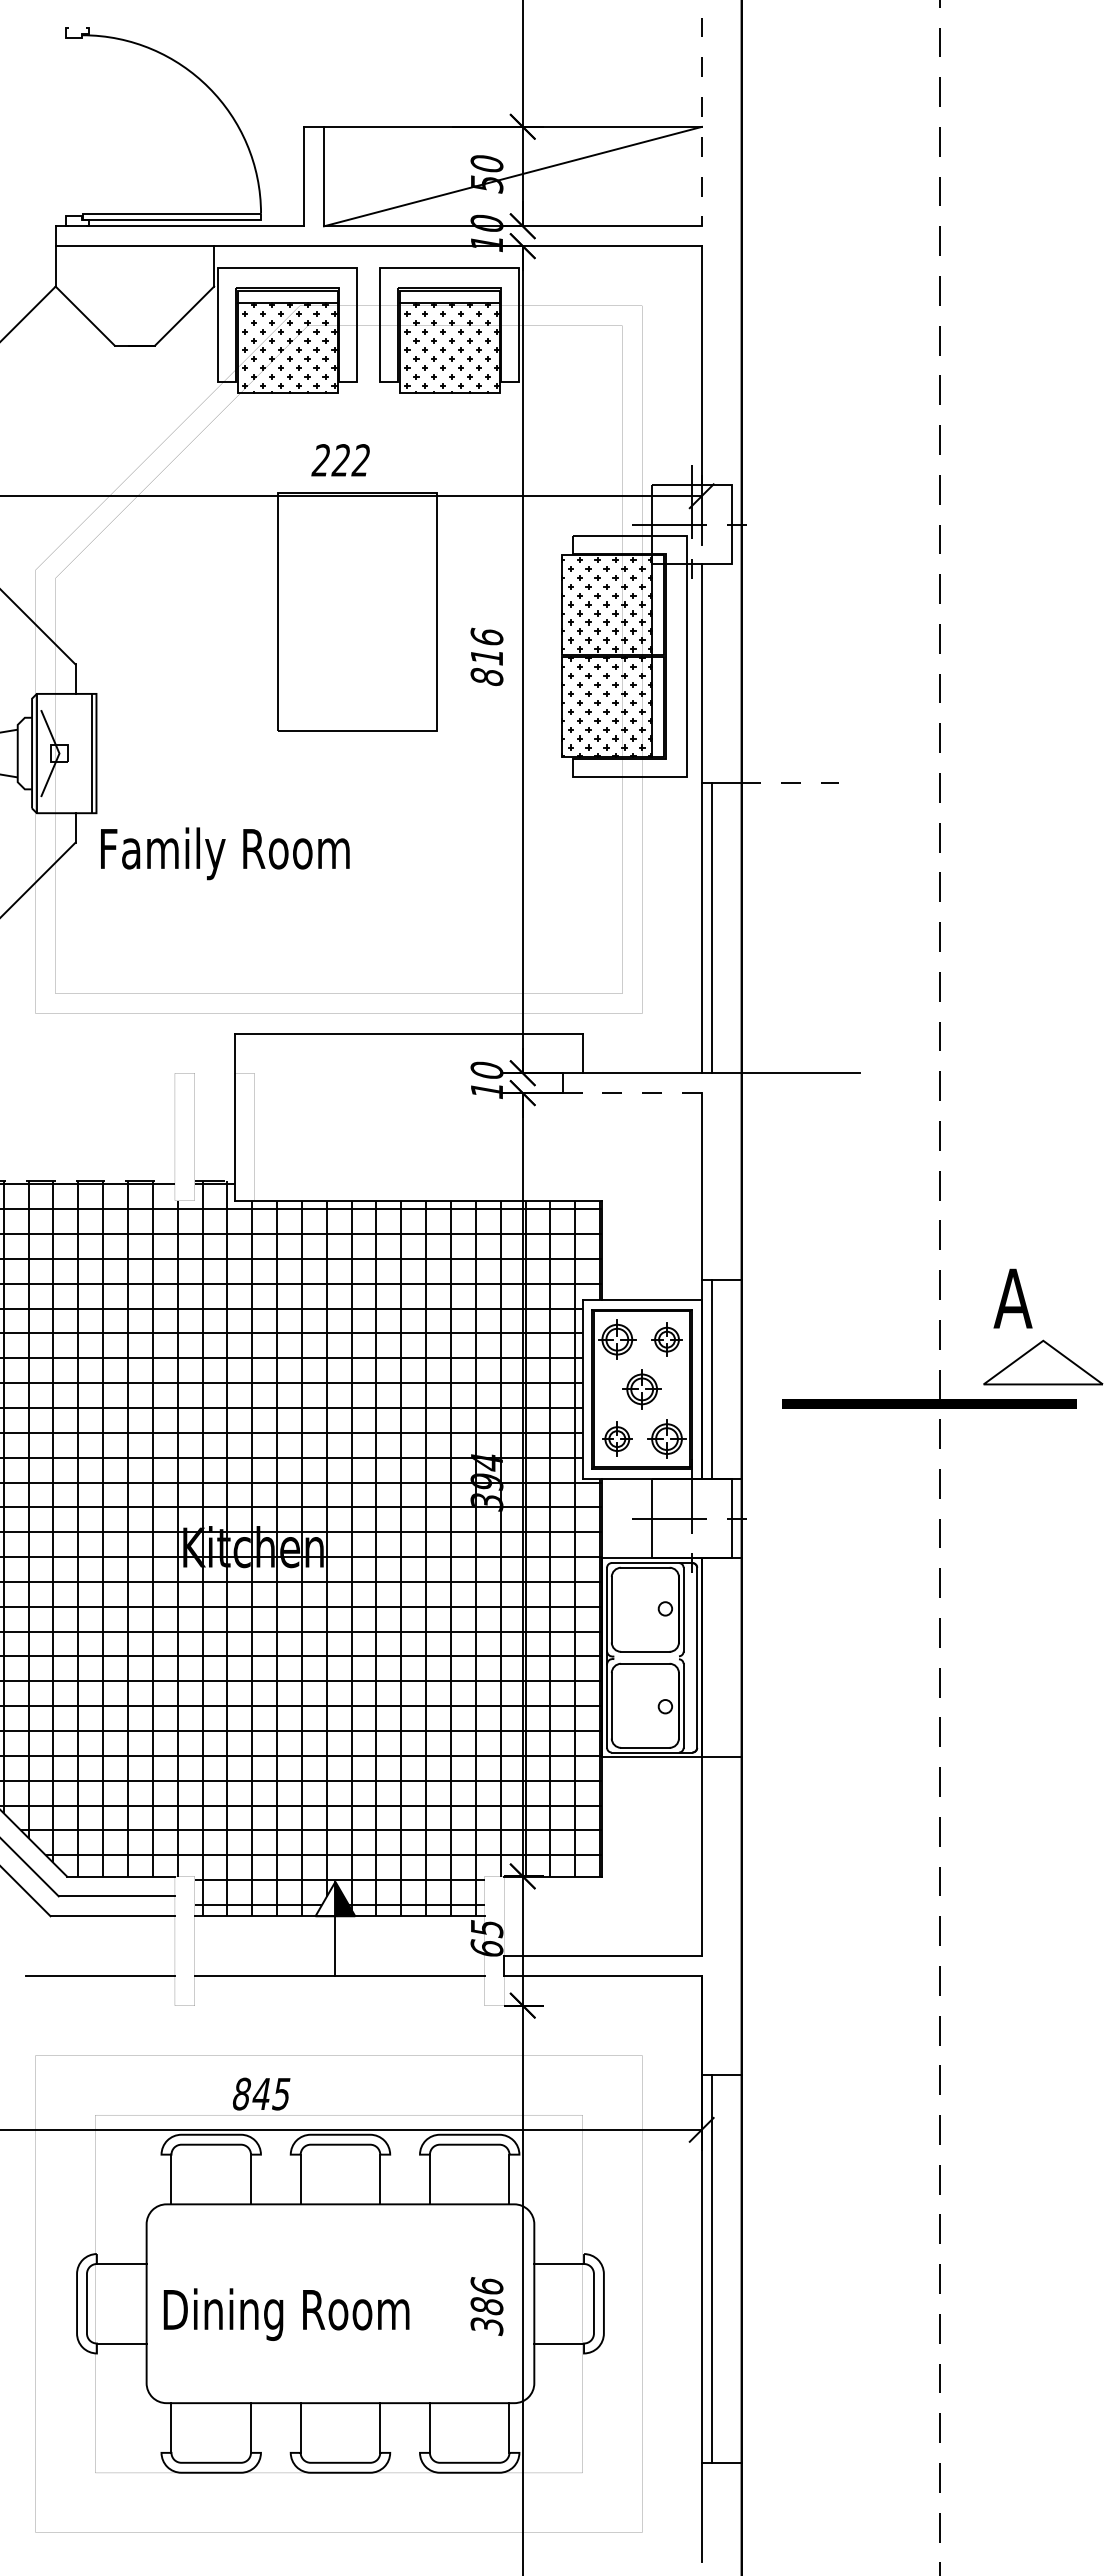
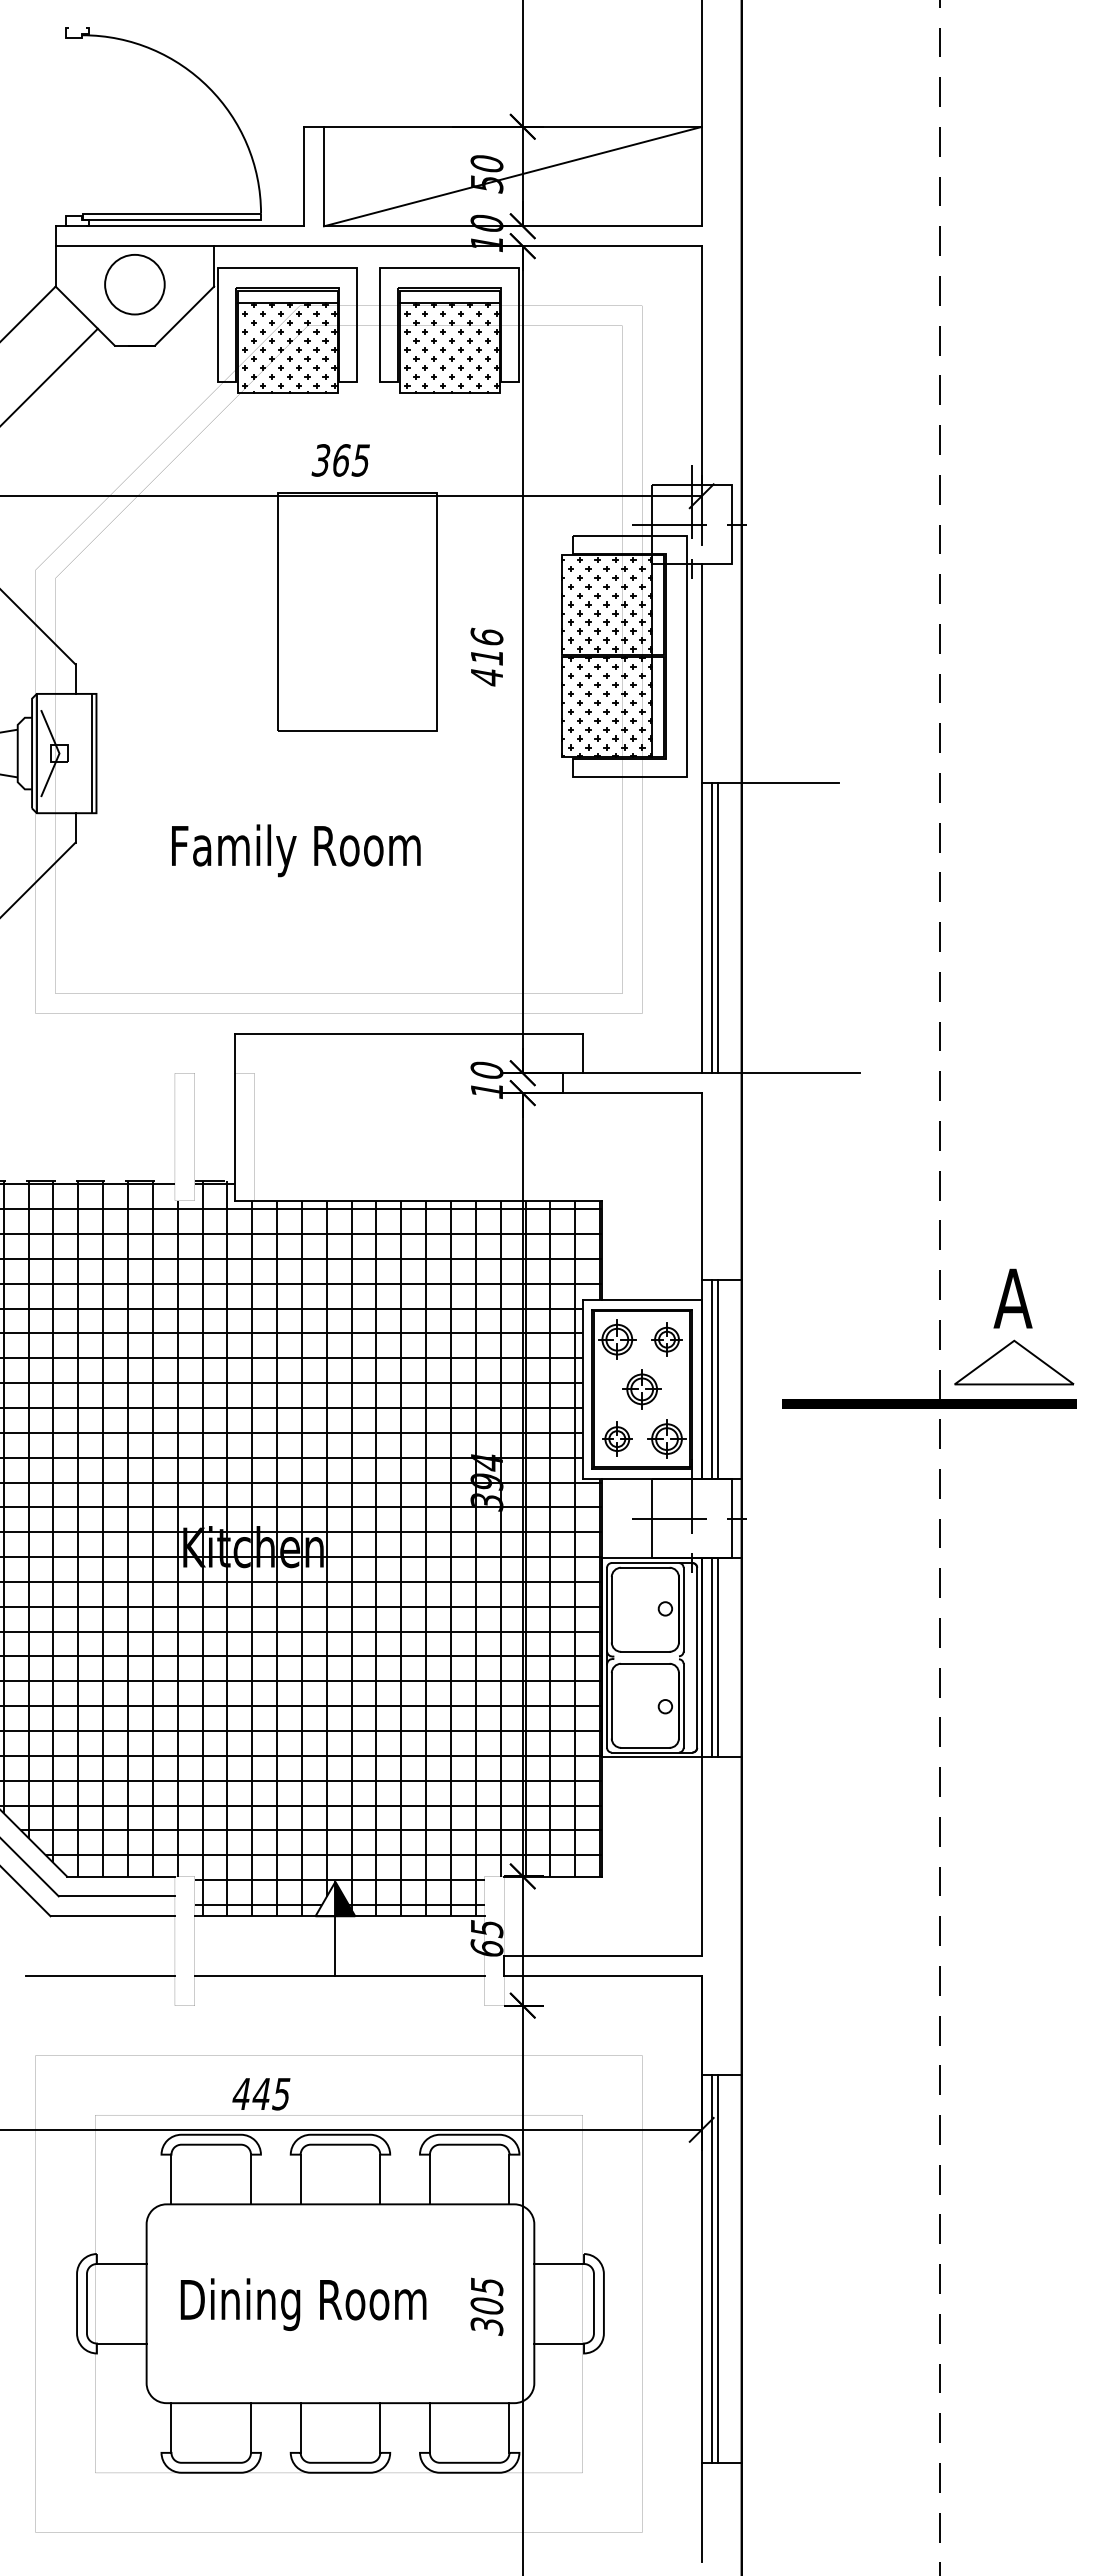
line at (701, 113): dashed -> solid
circle at (134, 284): none -> present
line at (49, 376): none -> present
text at (340, 460): 222 -> 365
text at (486, 677): 816 -> 416
line at (790, 783): dashed -> solid
text at (225, 853) position: (225, 853) -> (296, 850)
line at (717, 928): none -> present
line at (632, 1093): dashed -> solid
part at (1043, 1362) position: (1043, 1362) -> (1014, 1362)
line at (717, 1379): none -> present
line at (711, 1657): none -> present
line at (717, 1657): none -> present
text at (241, 2093): 845 -> 445
line at (717, 2269): none -> present
text at (486, 2296): 386 -> 305
text at (286, 2314) position: (286, 2314) -> (303, 2304)
